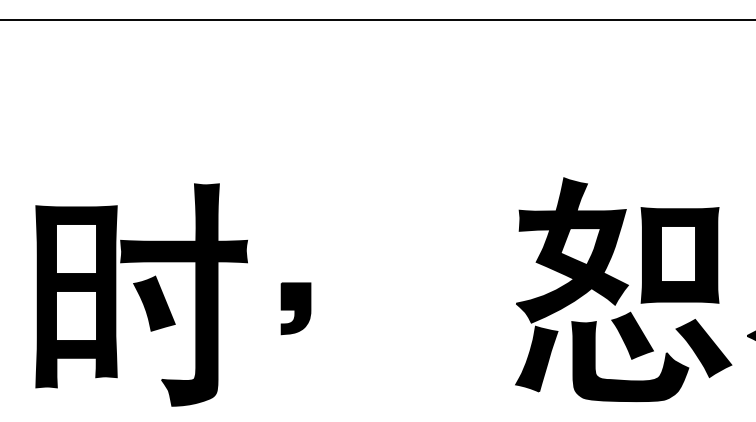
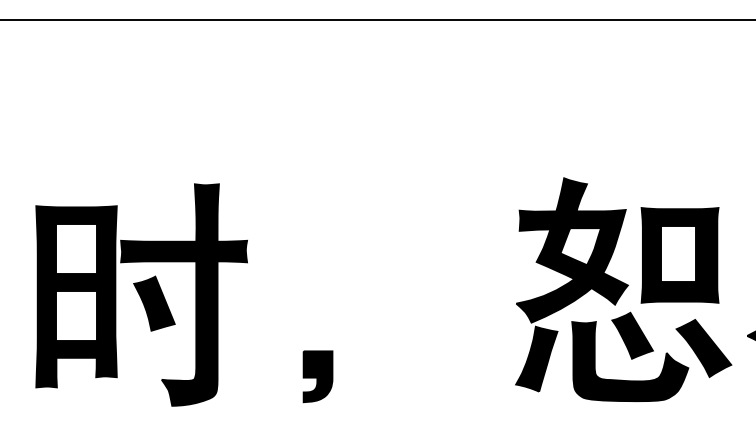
part at (295, 308) position: (295, 308) -> (317, 376)
